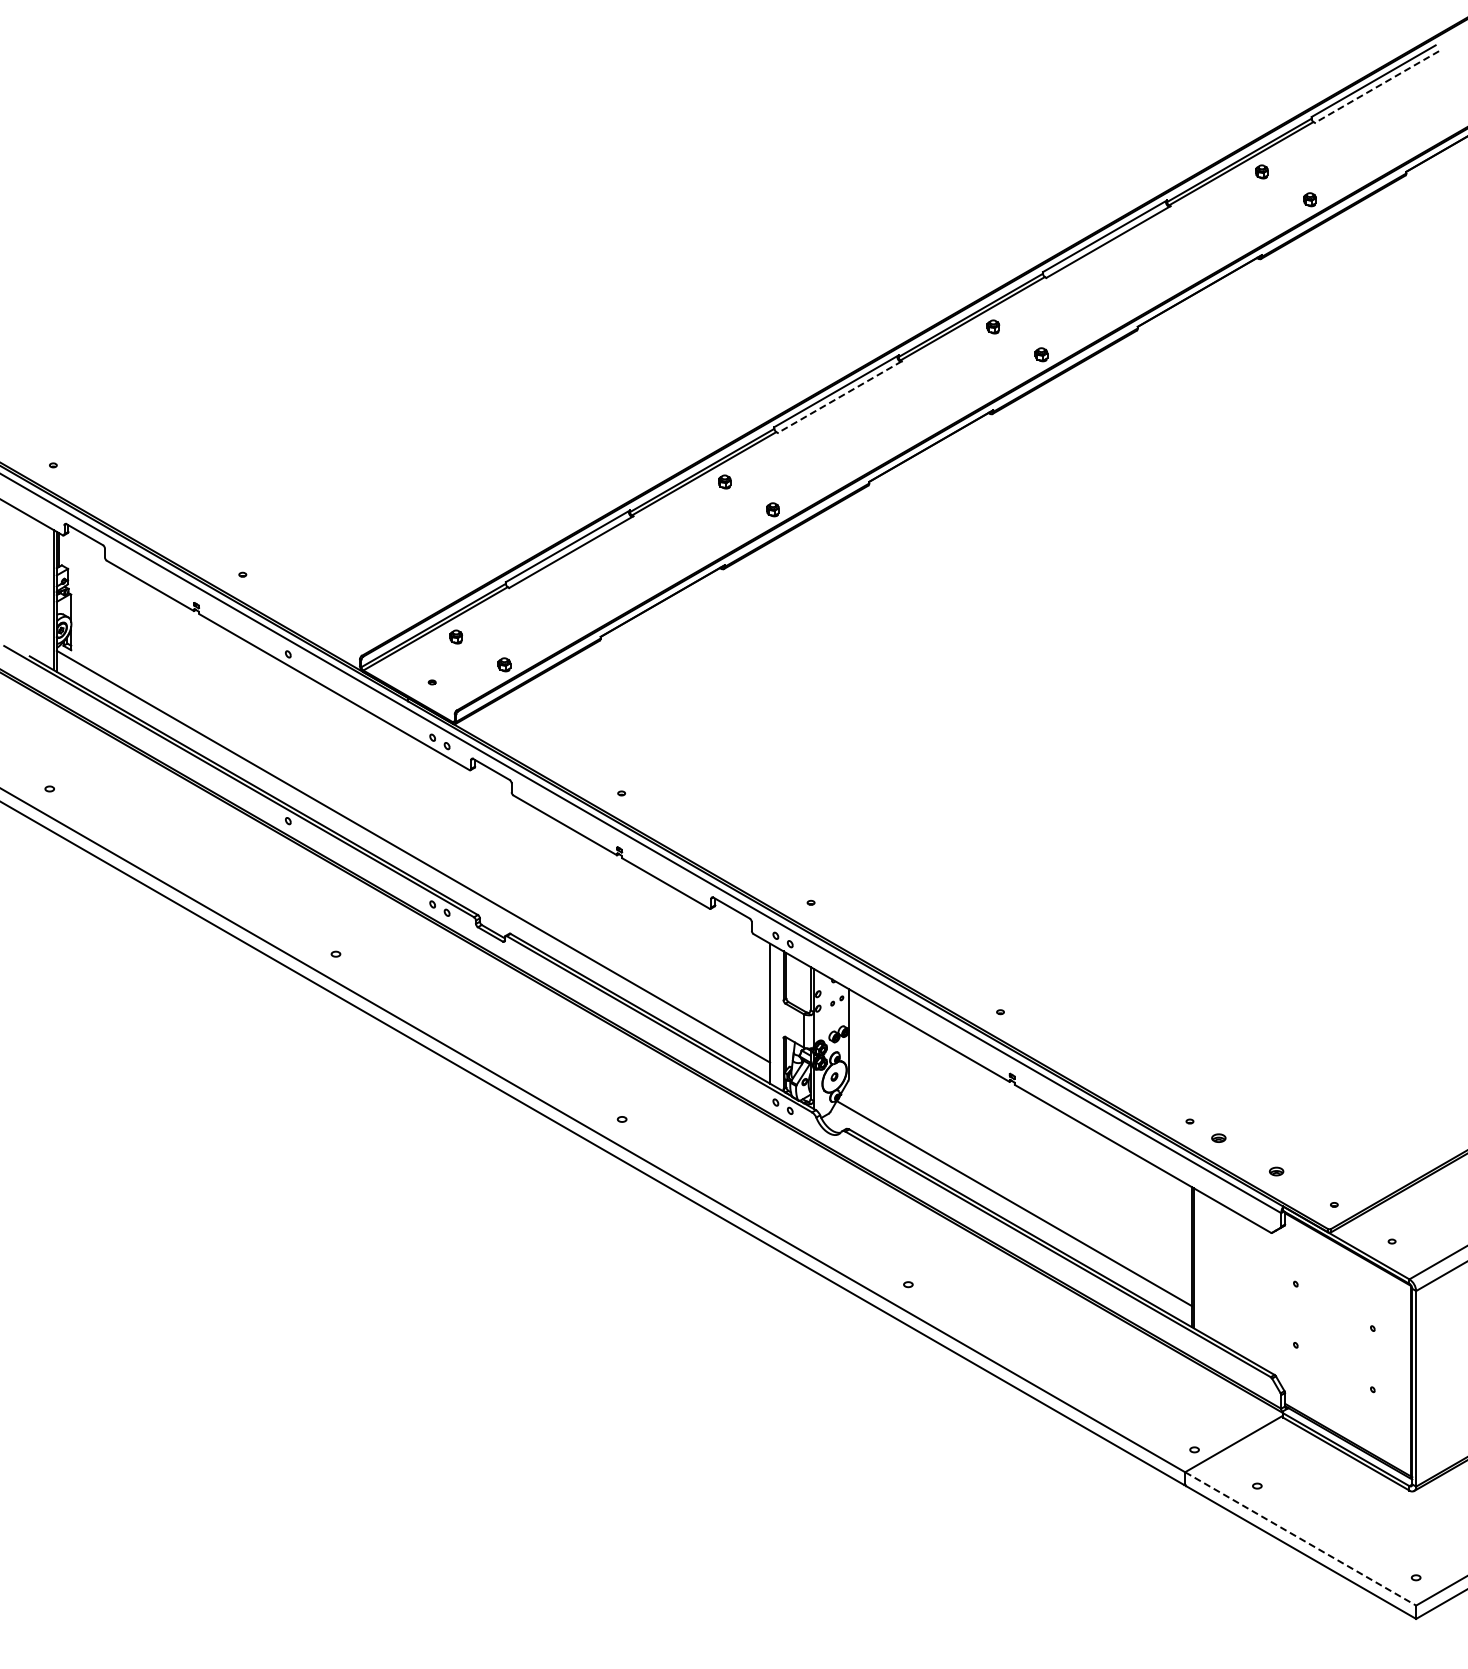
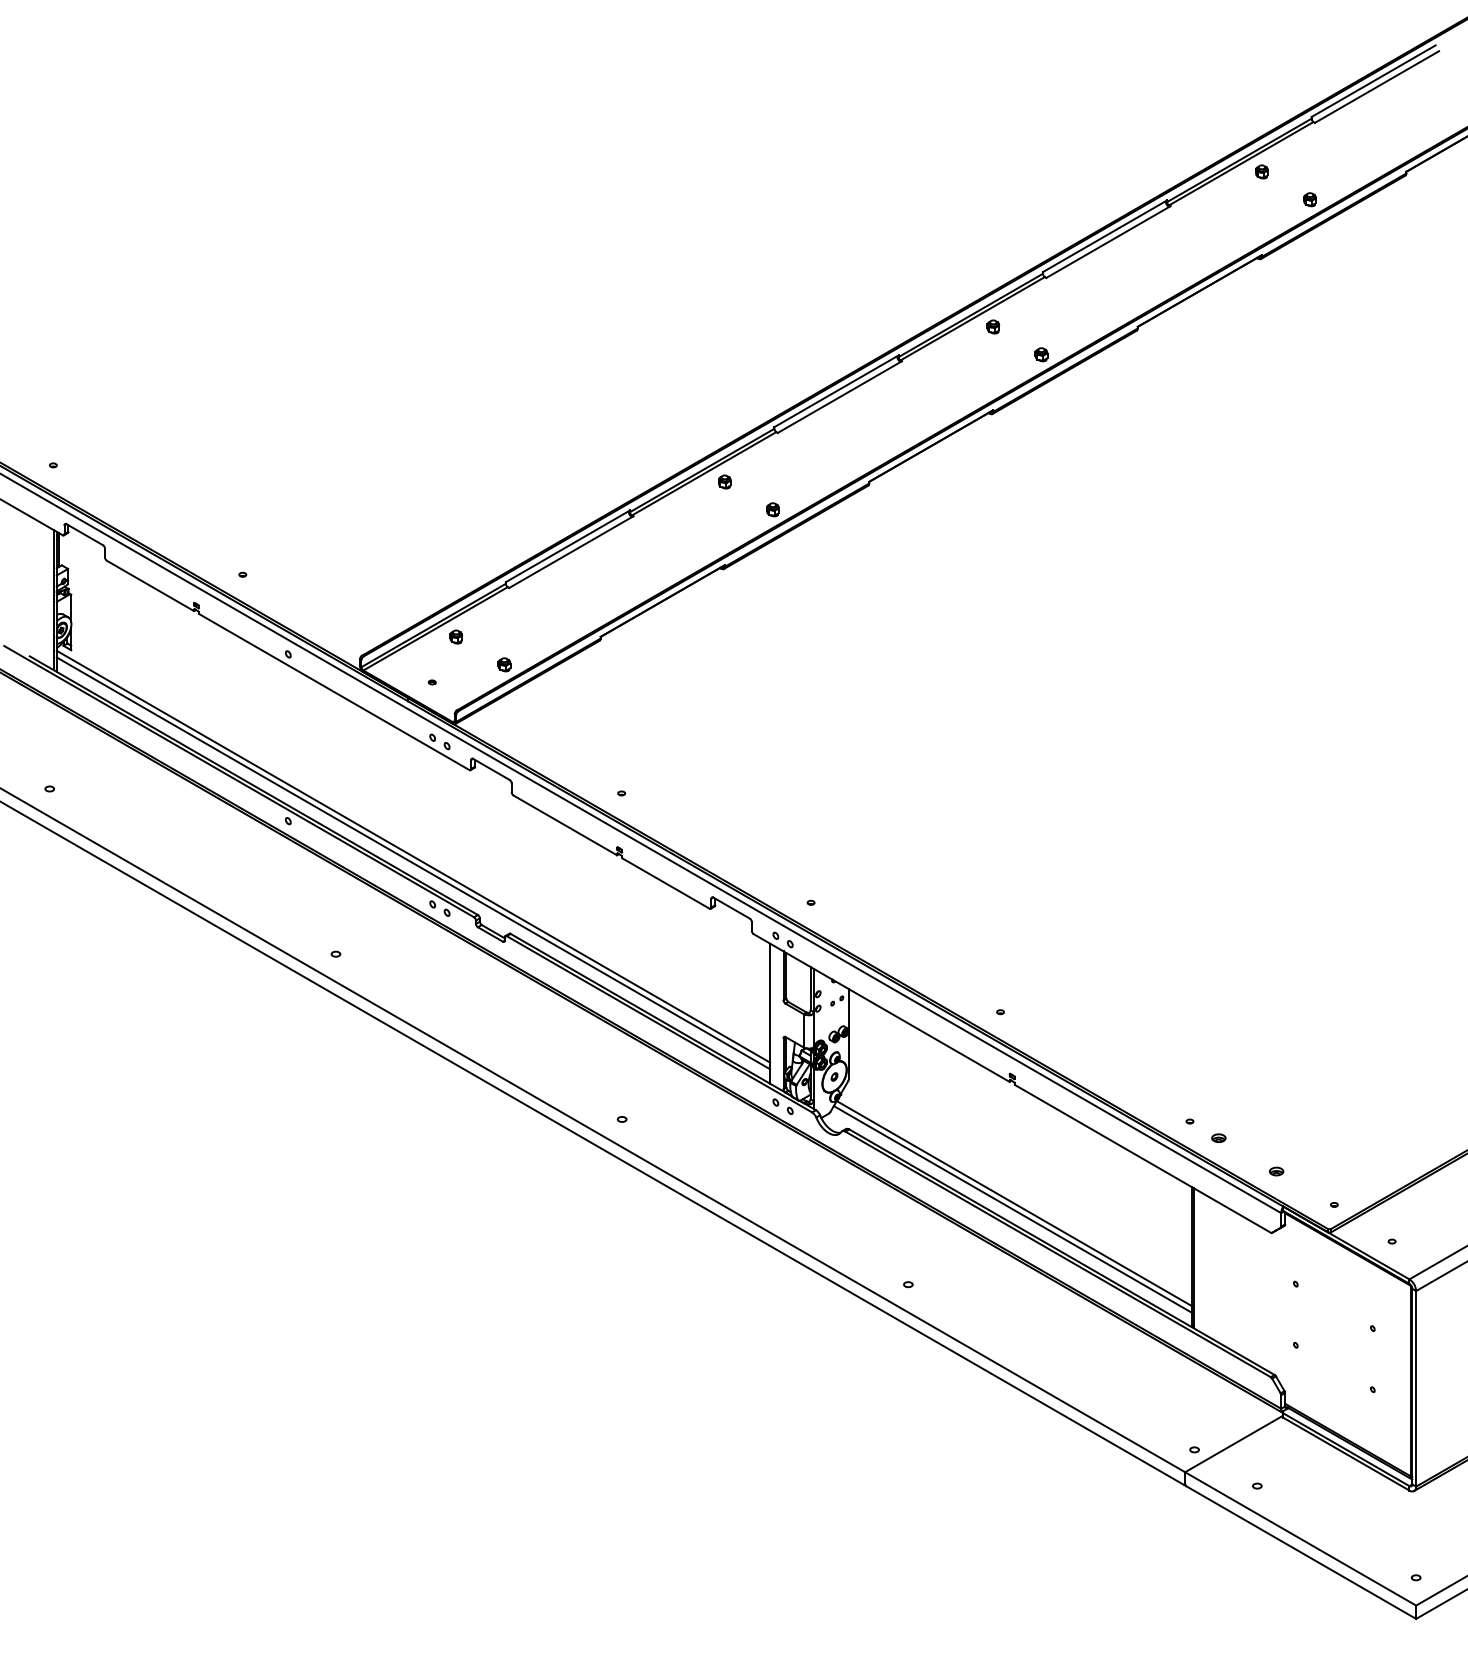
line at (1376, 87): dashed -> solid
line at (839, 397): dashed -> solid
line at (413, 863): none -> present
line at (1012, 1209): none -> present
line at (1301, 1539): dashed -> solid
